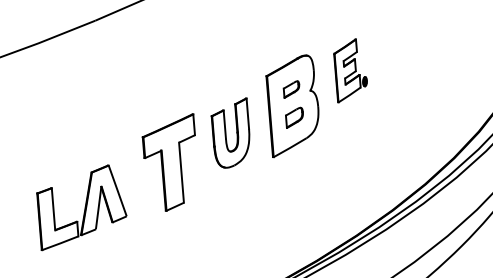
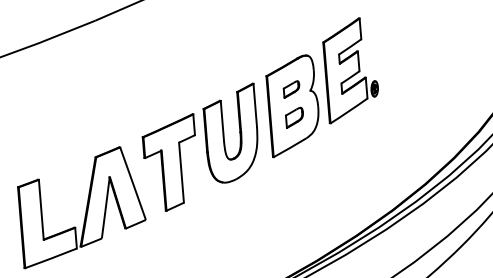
part at (350, 70) size: 35x66 px -> 57x108 px
part at (230, 132) size: 41x72 px -> 57x102 px
part at (81, 207) size: 92x88 px -> 130x124 px
